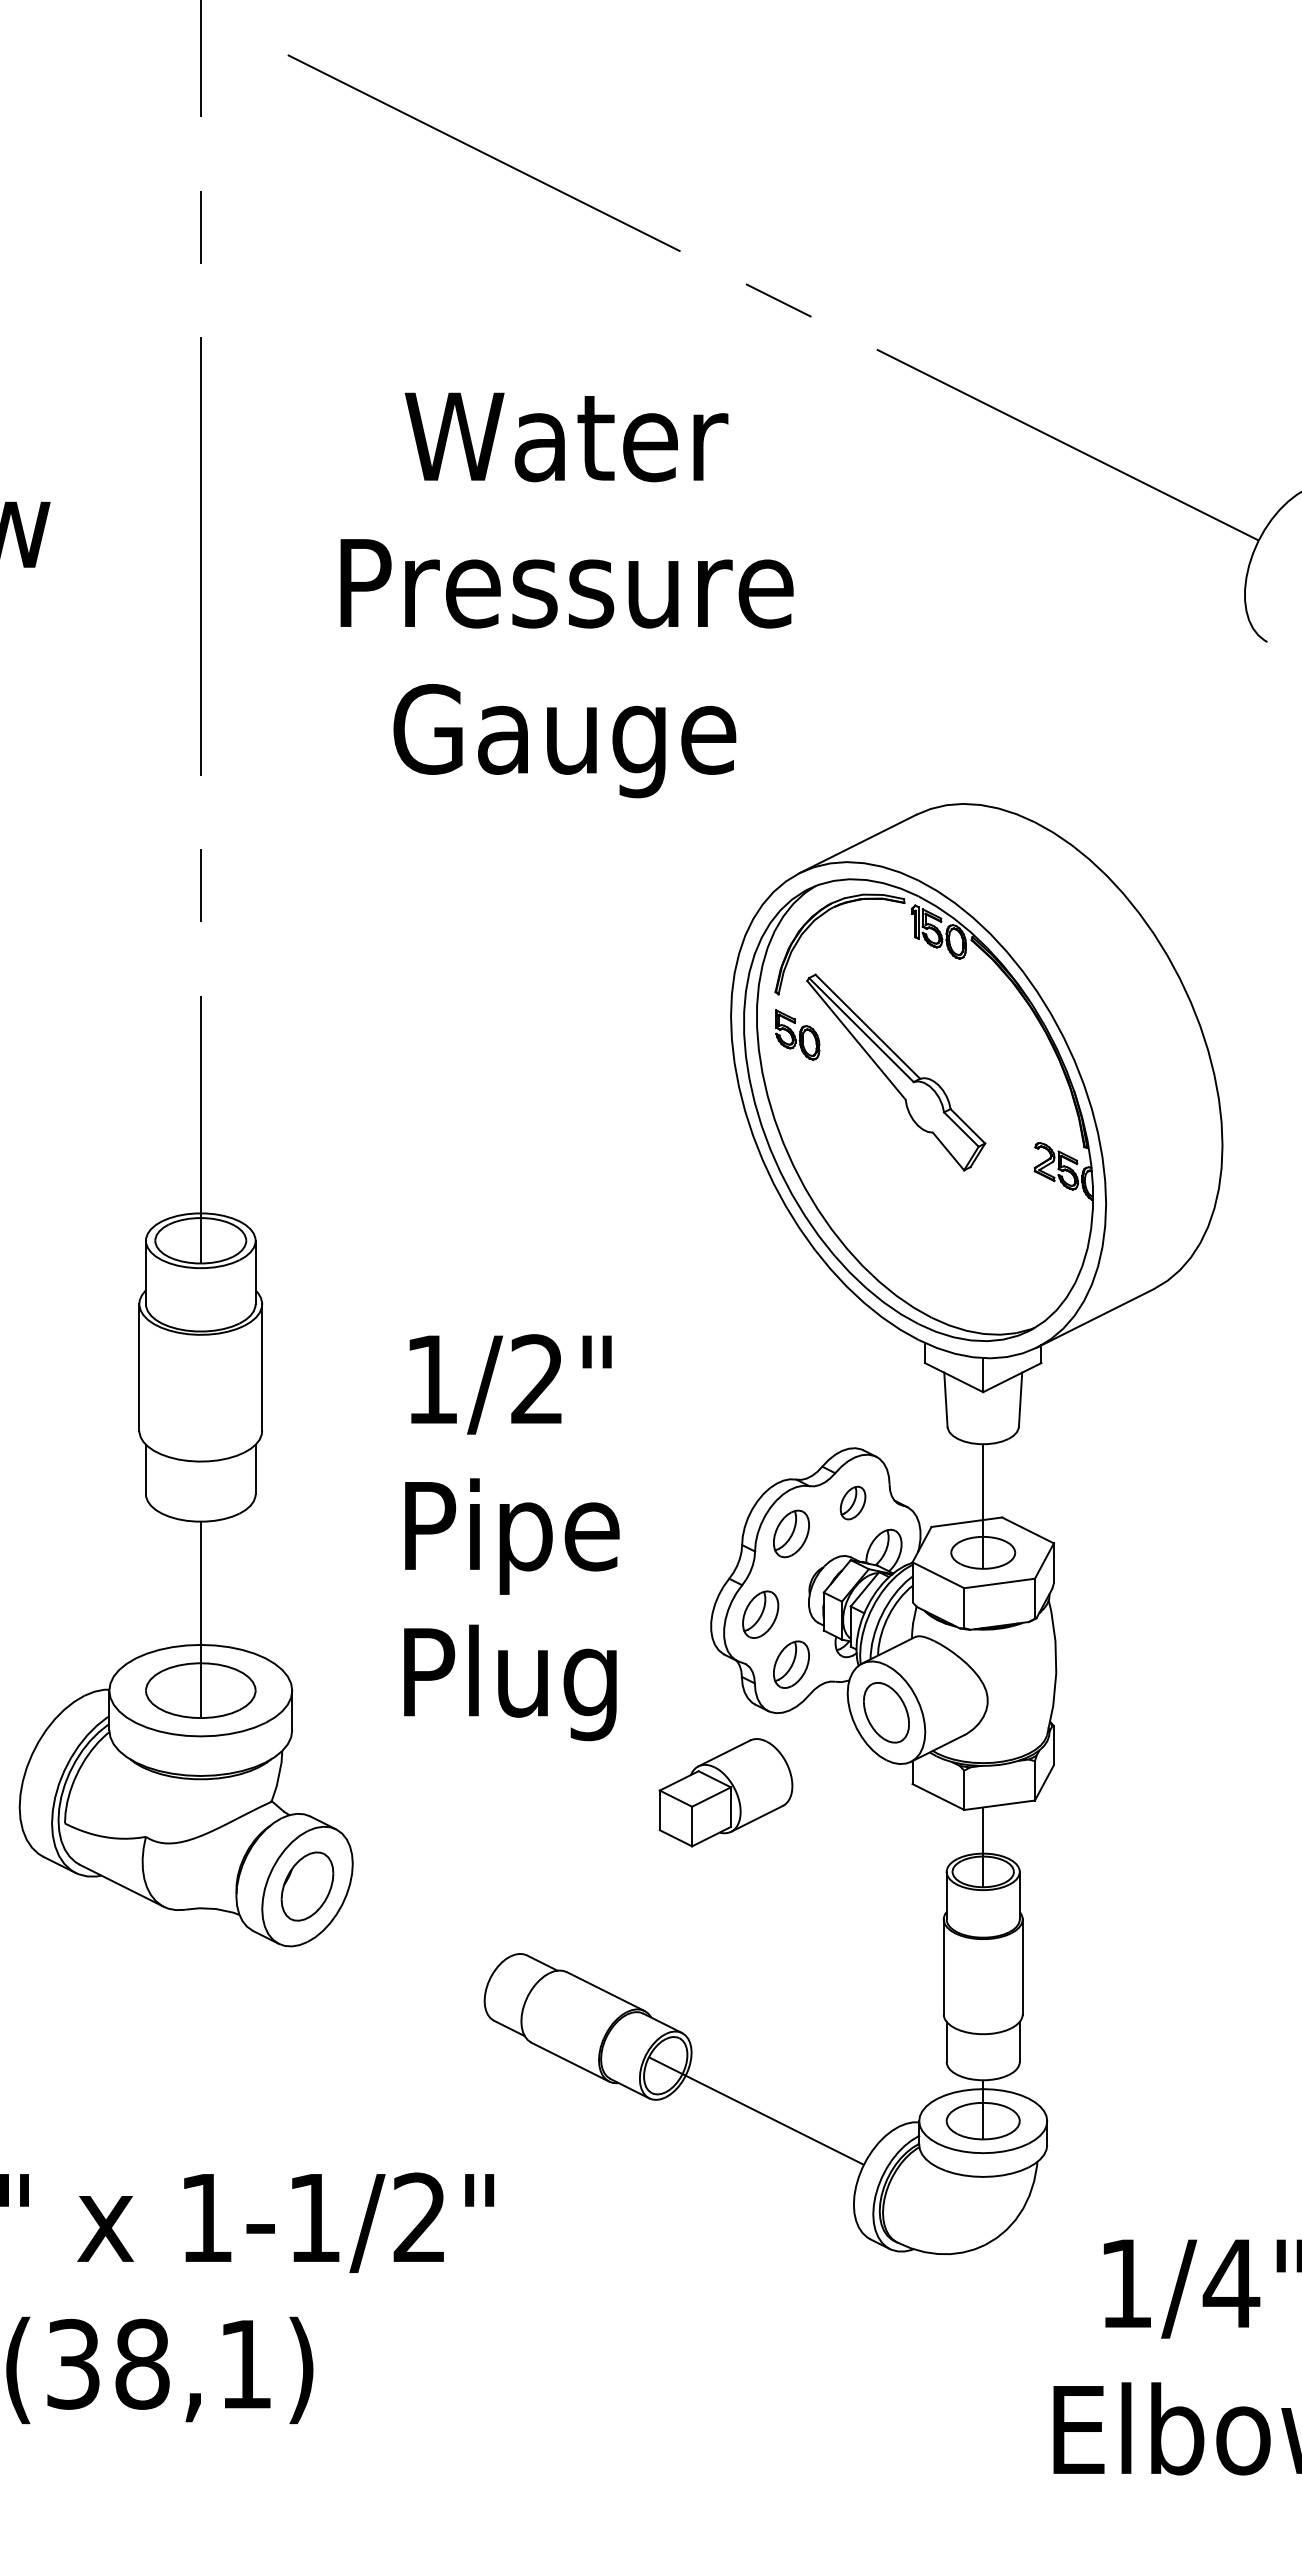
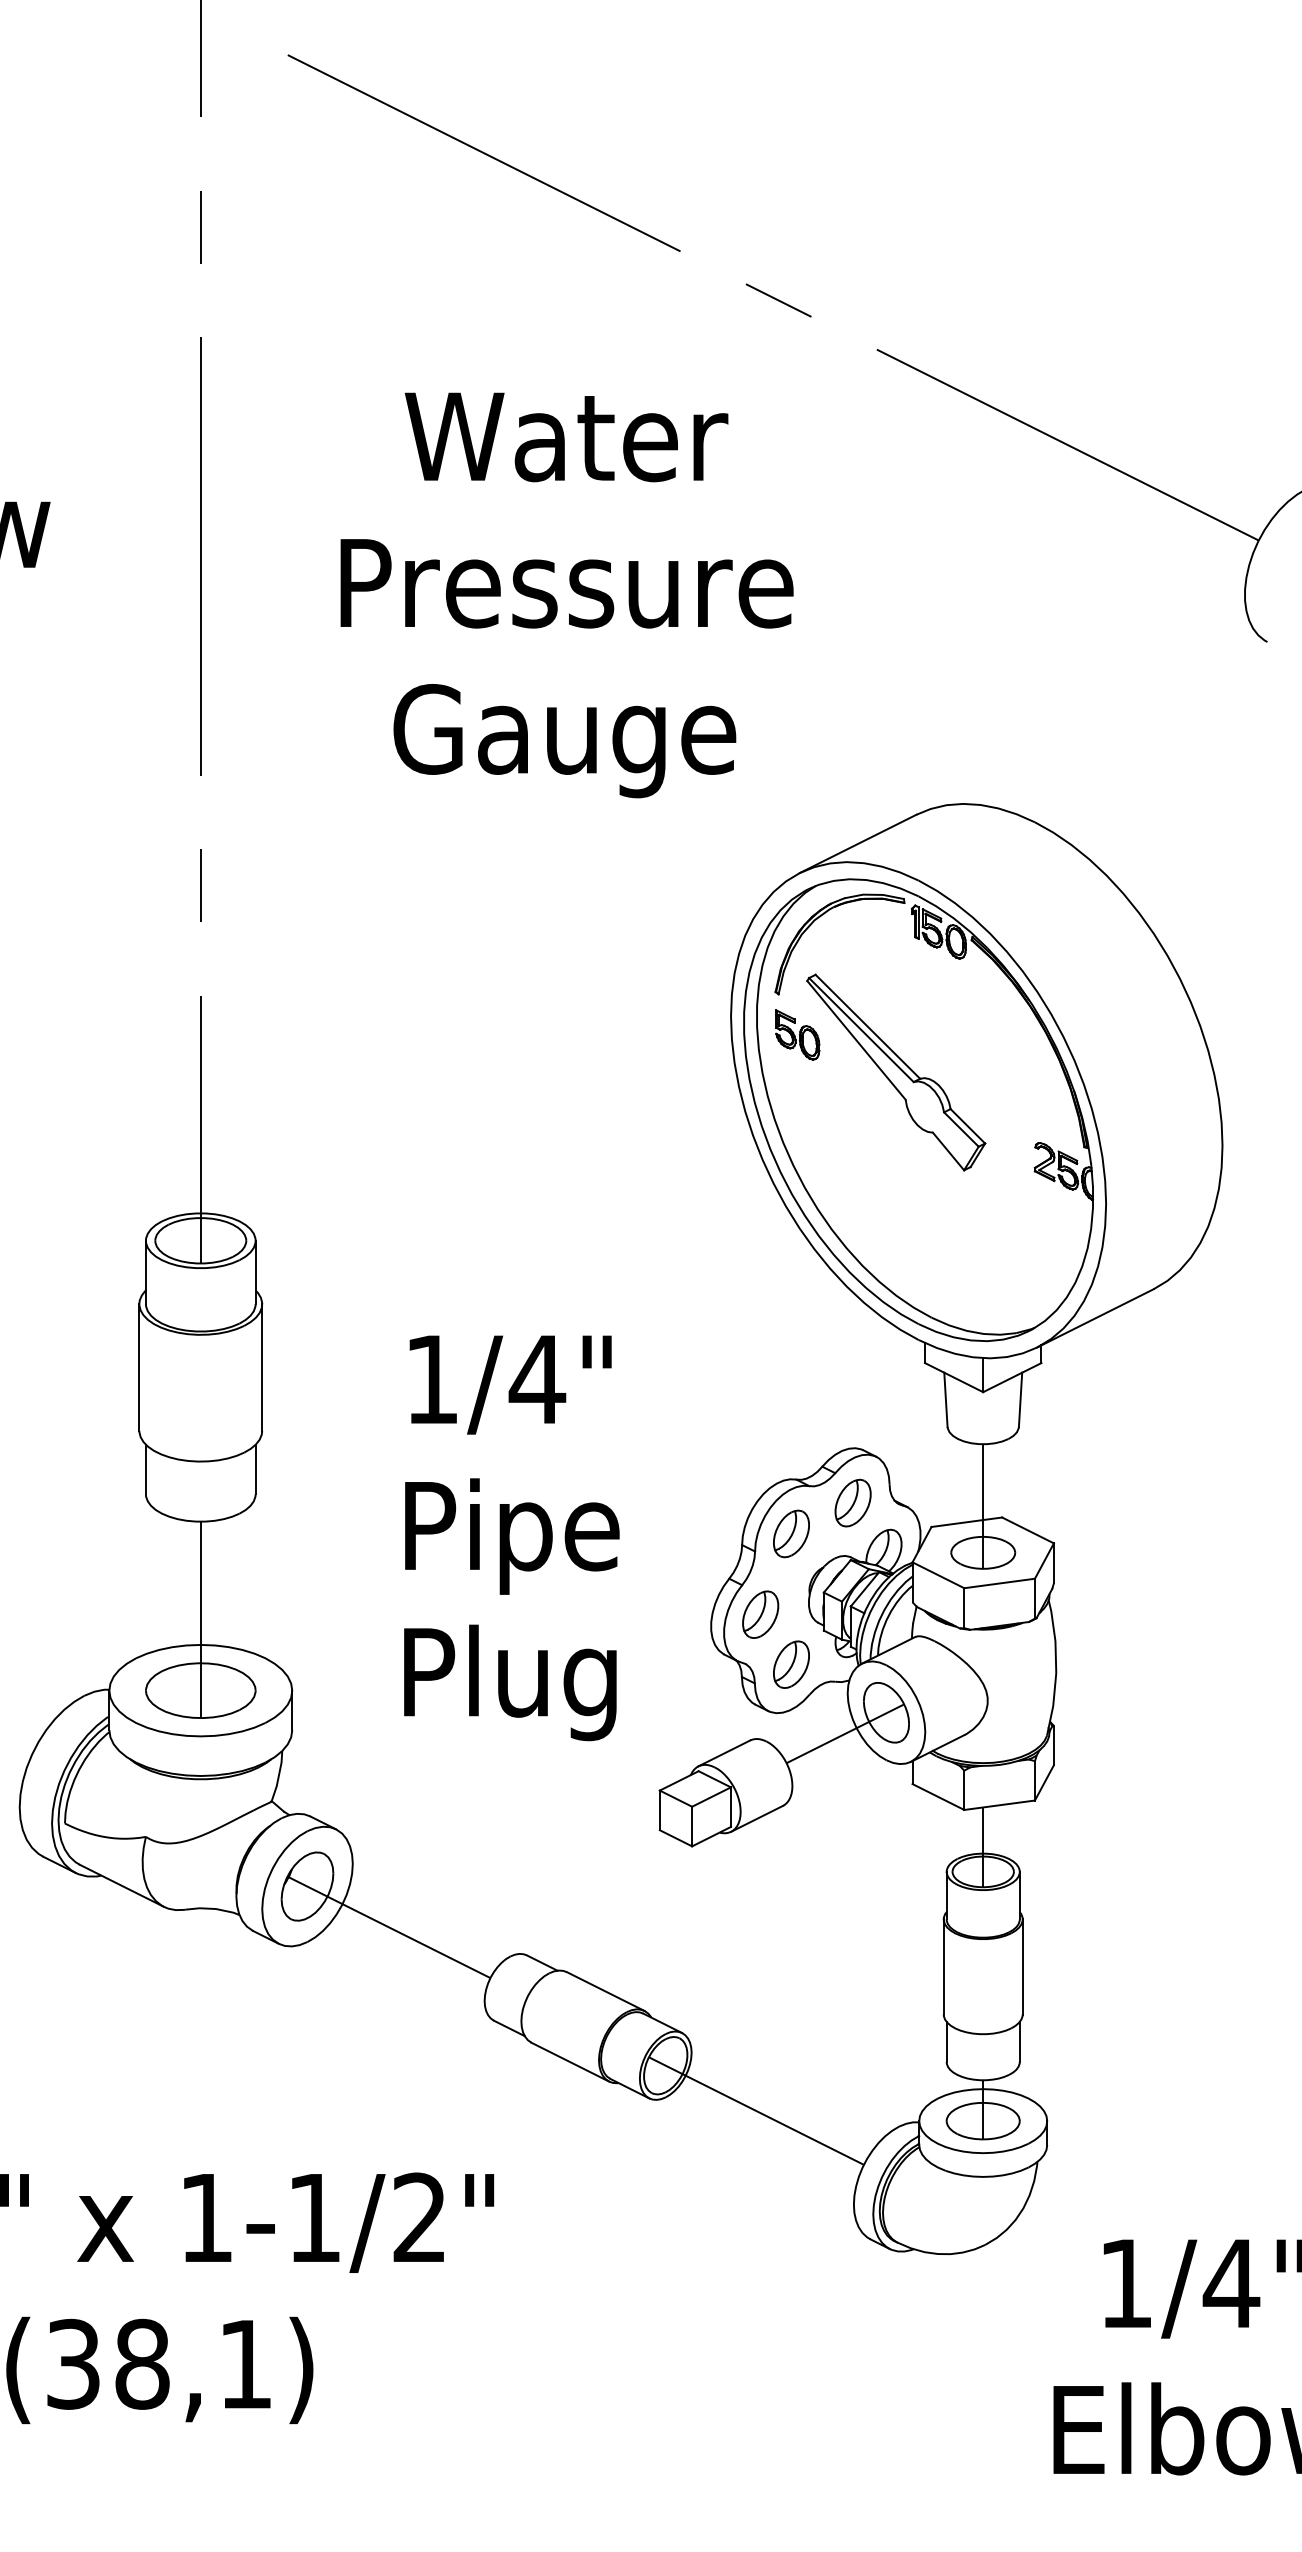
text at (537, 1378): 1/2" -> 1/4"
part at (852, 1502) size: 28x36 px -> 38x50 px
line at (845, 1733): none -> present
line at (388, 1927): none -> present
